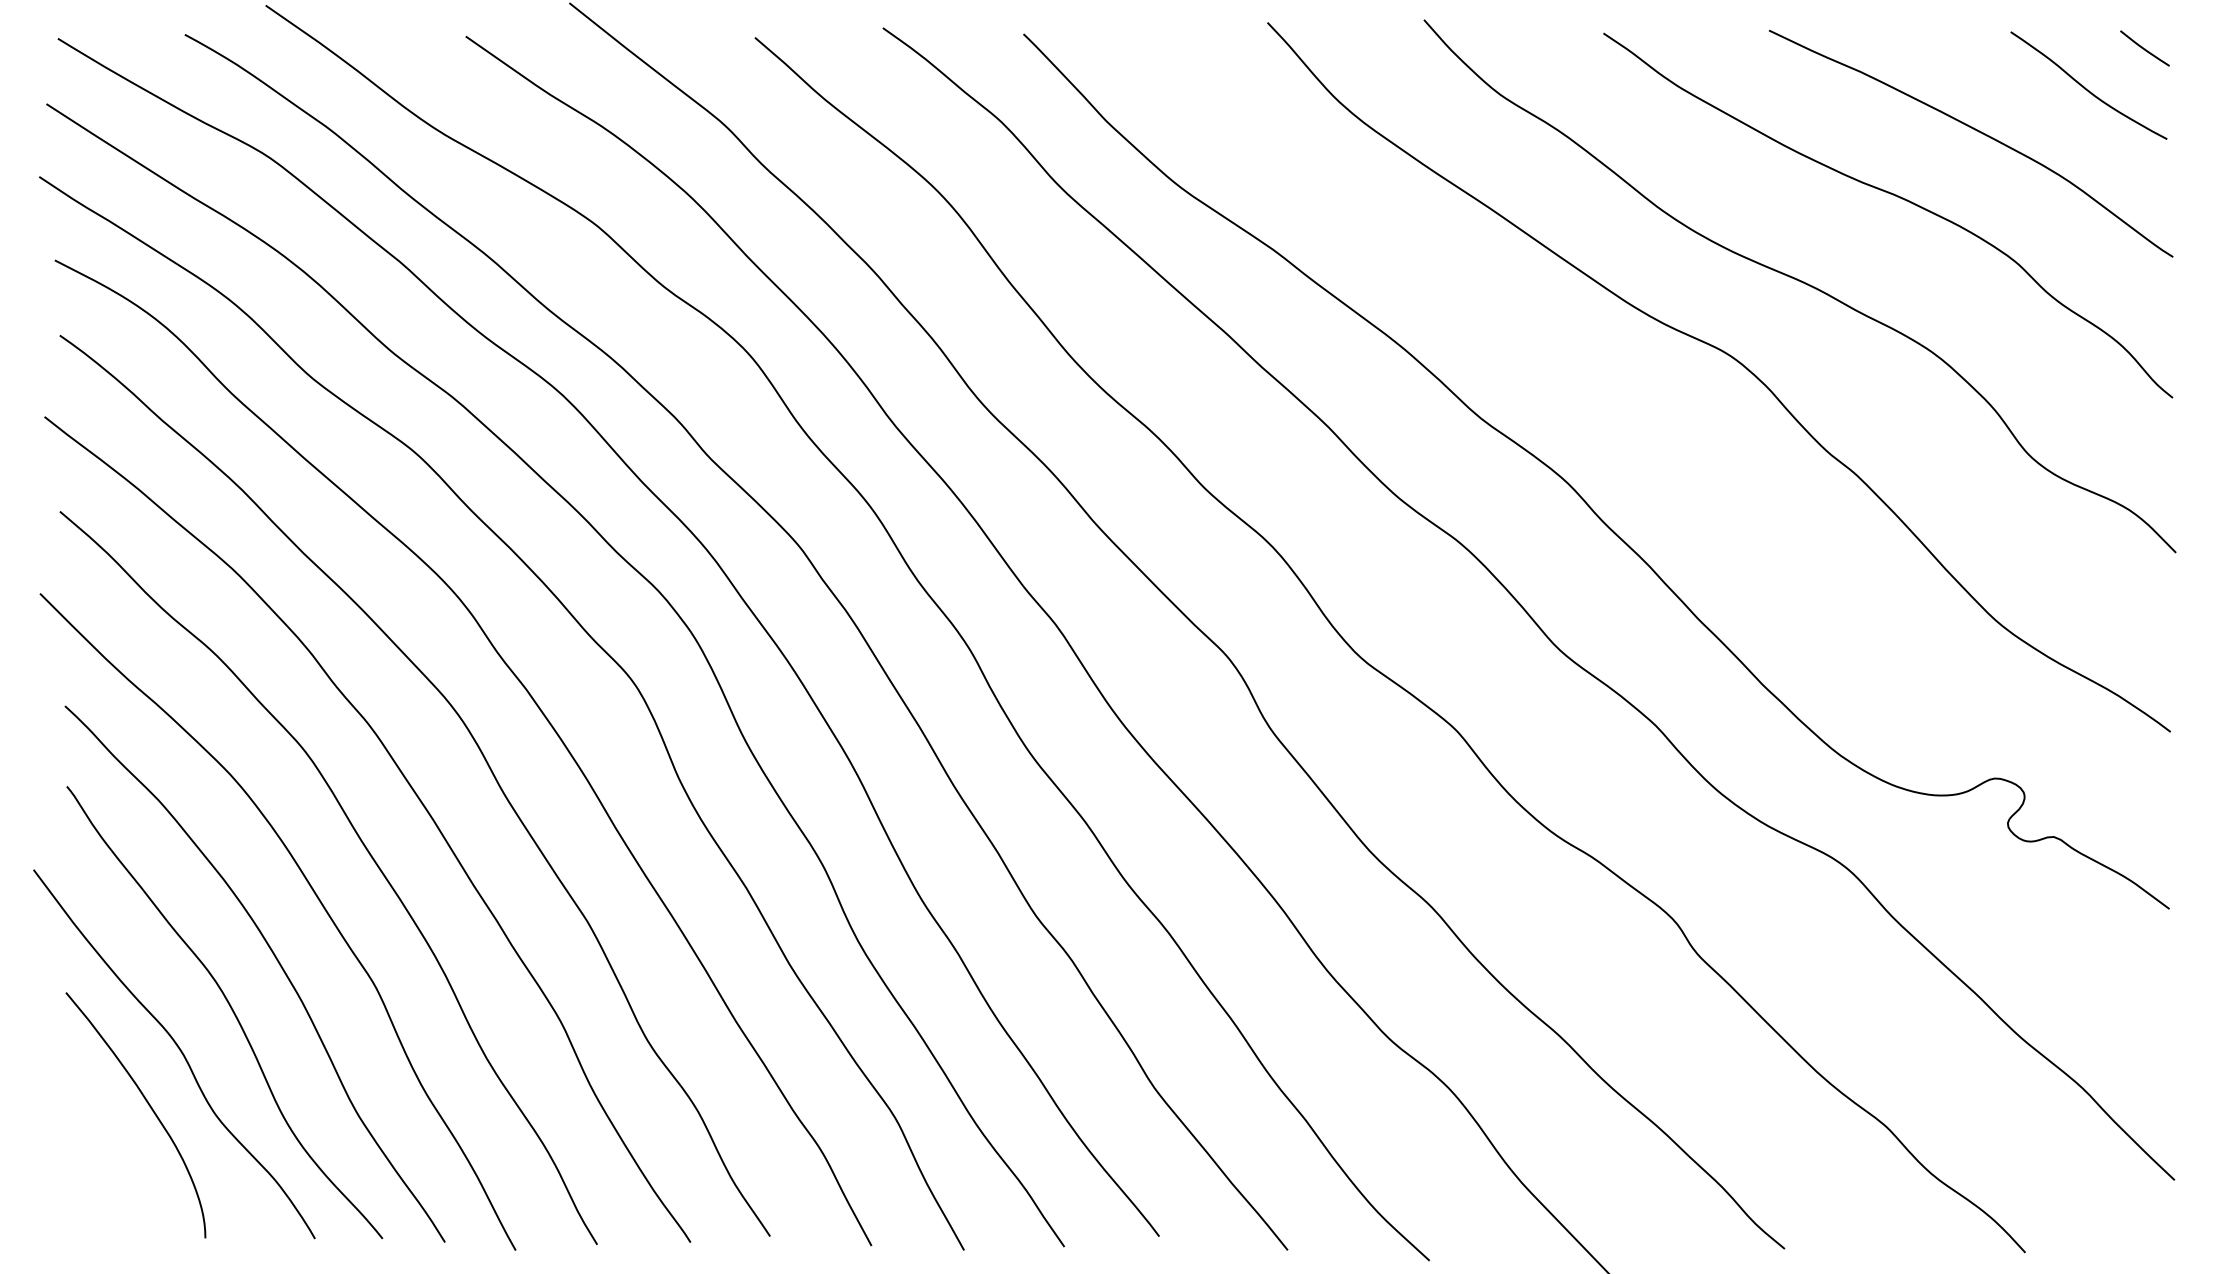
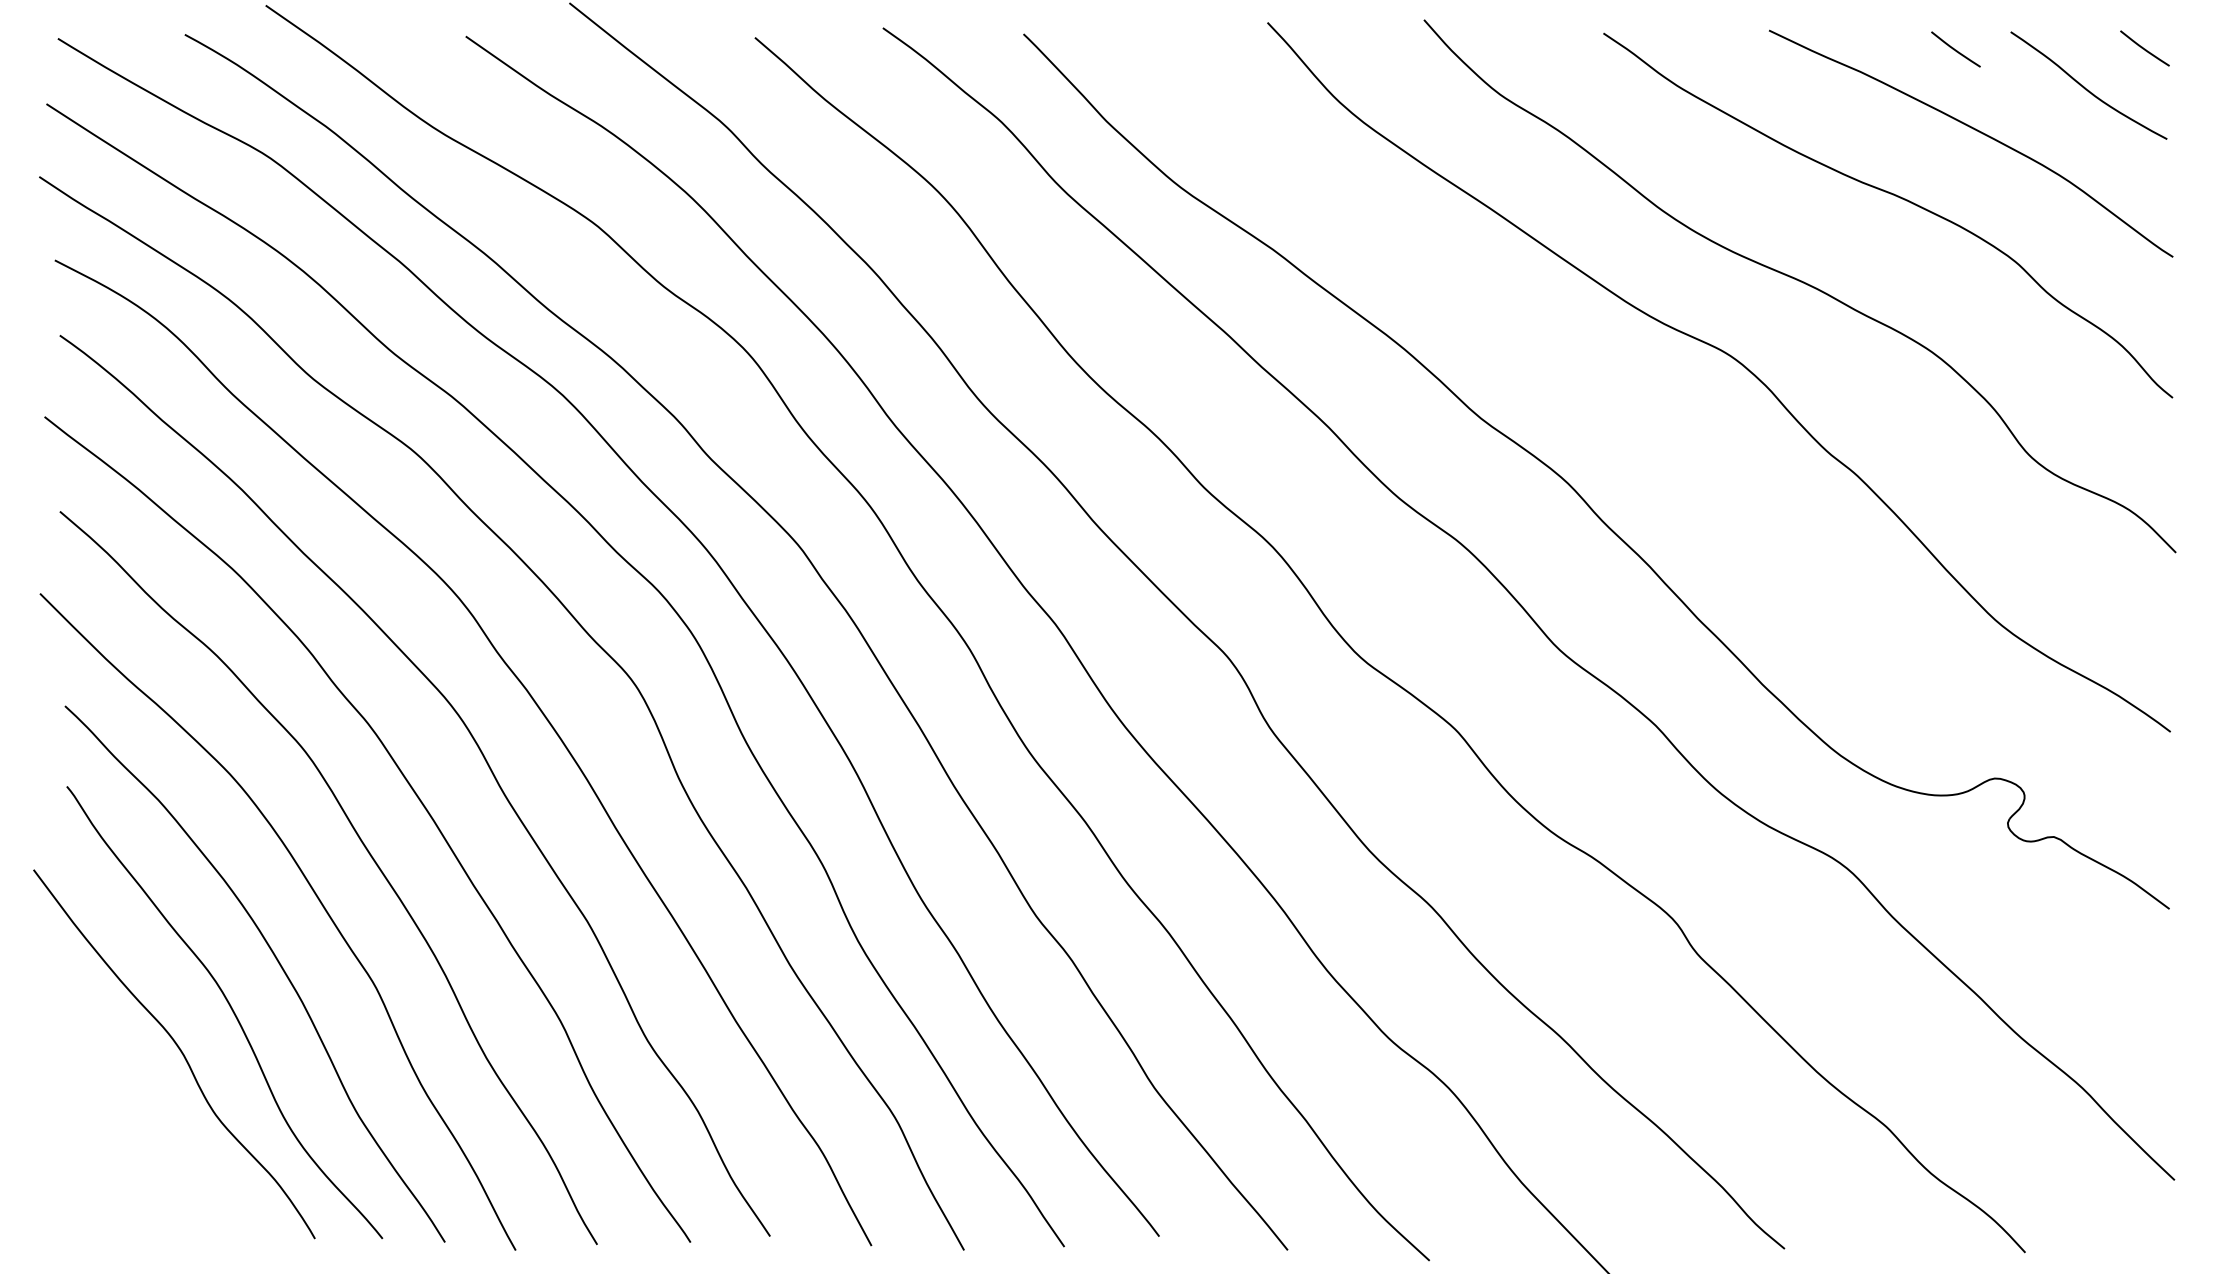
curve at (1955, 49): none -> present
curve at (148, 1105): present -> none
